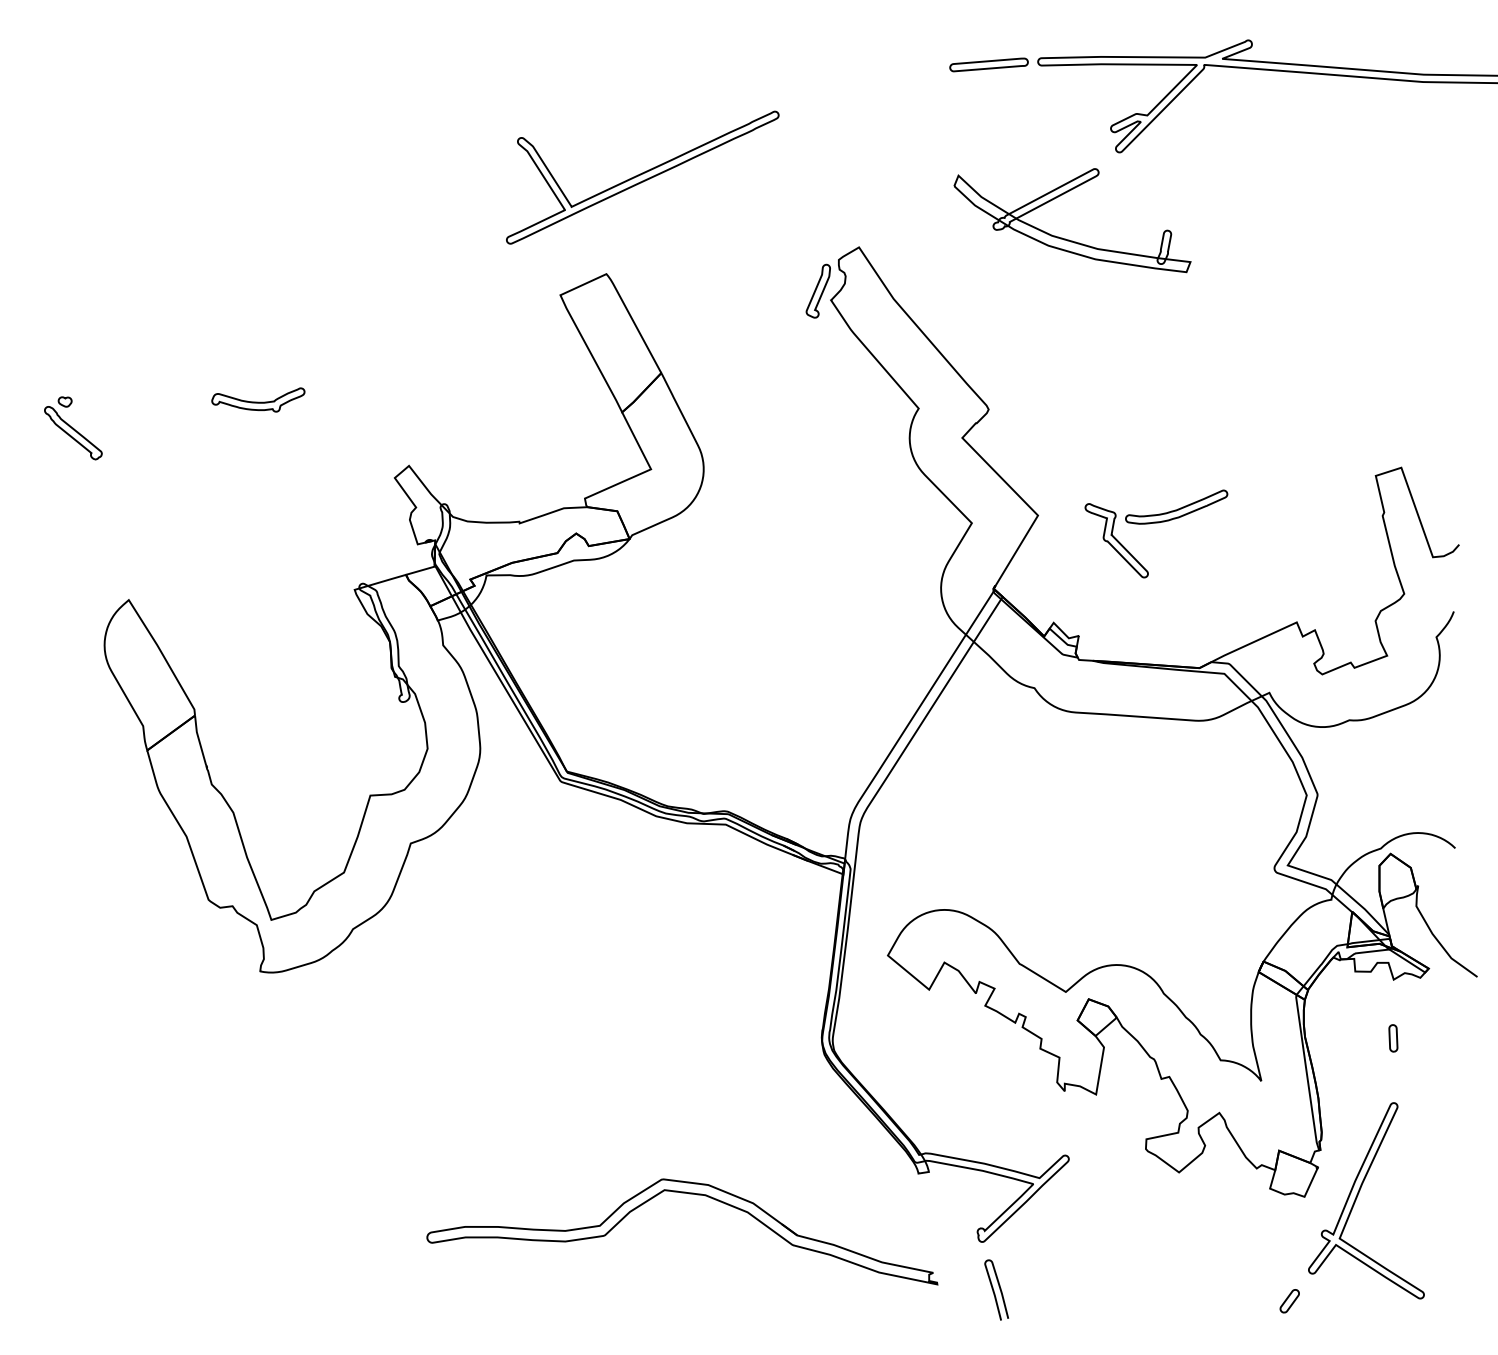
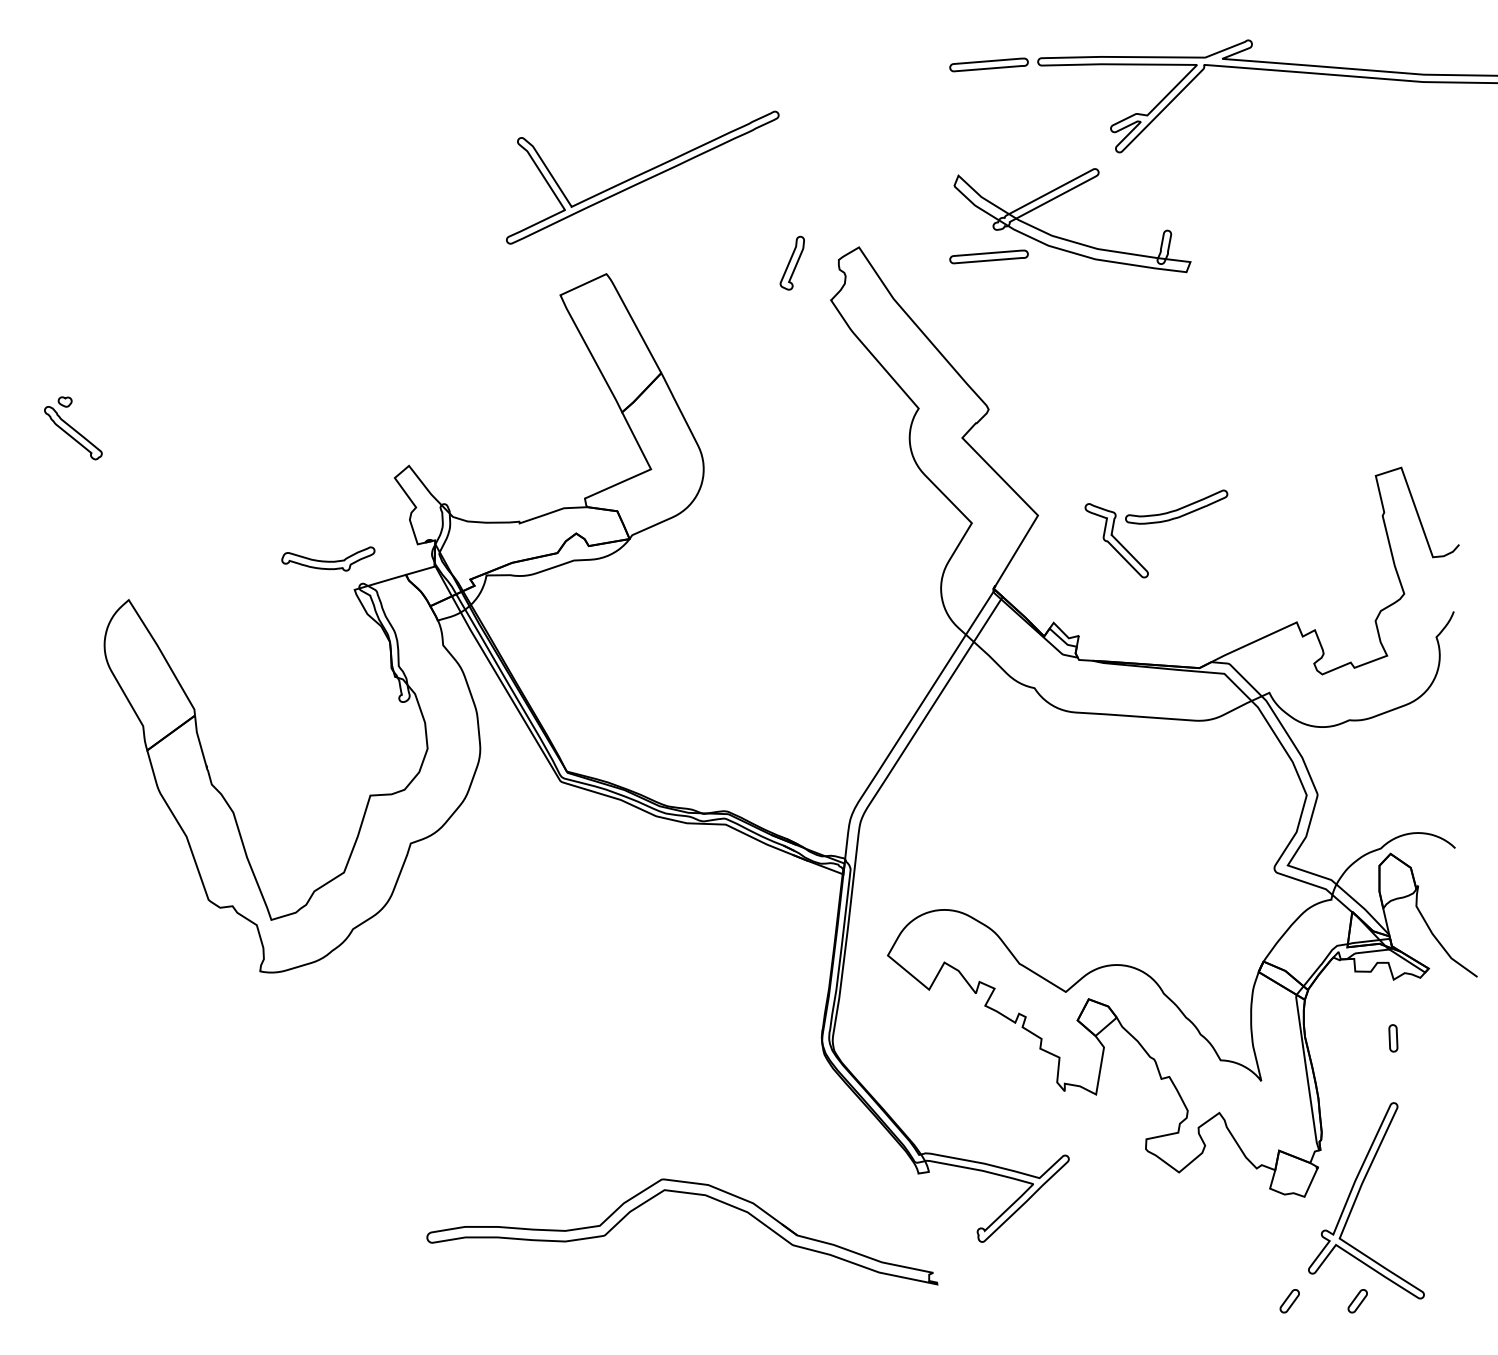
part at (988, 256): none -> present
part at (817, 290) position: (817, 290) -> (791, 262)
part at (258, 399) position: (258, 399) -> (328, 558)
curve at (994, 1290): present -> none
part at (1357, 1301): none -> present
